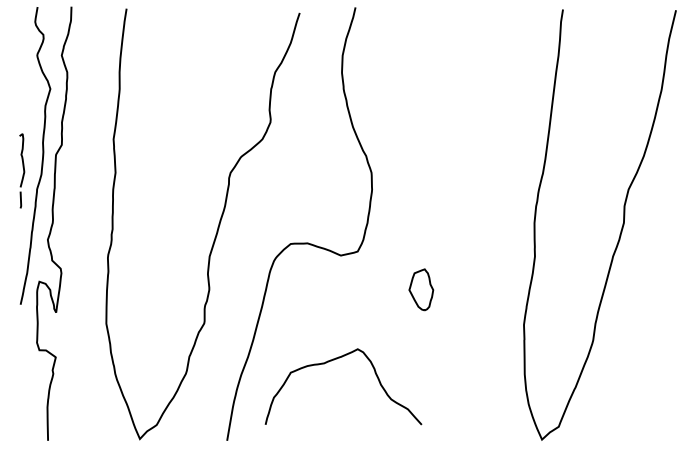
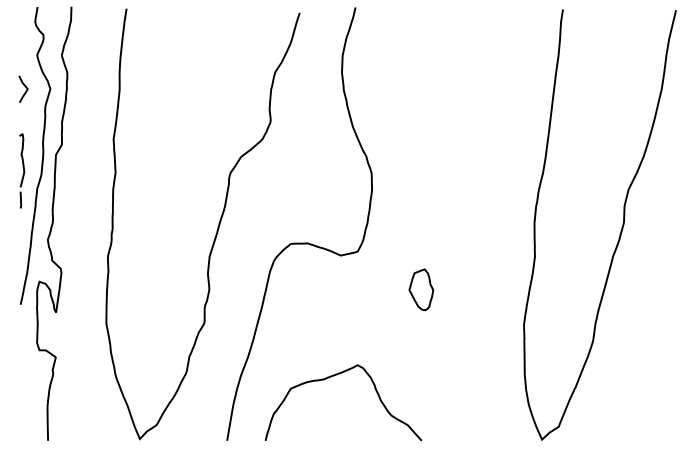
curve at (24, 86): none -> present
curve at (334, 360) position: (334, 360) -> (334, 376)
